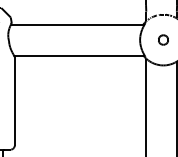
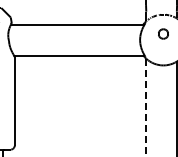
part at (163, 39) position: (163, 39) -> (163, 33)
line at (146, 107): solid -> dashed
